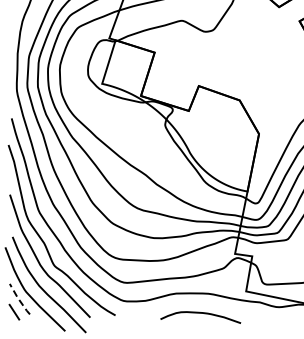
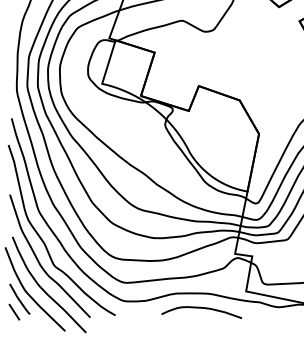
line at (19, 299): dashed -> solid
curve at (200, 313) position: (200, 313) -> (201, 308)
